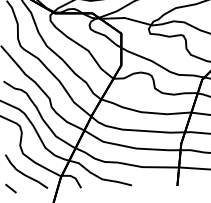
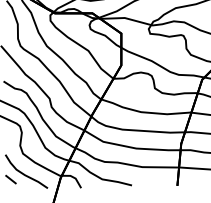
line at (10, 188) position: (10, 188) -> (10, 179)
